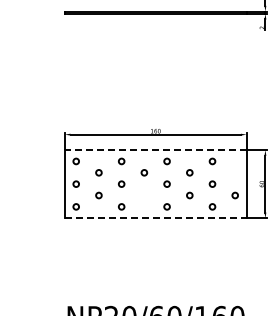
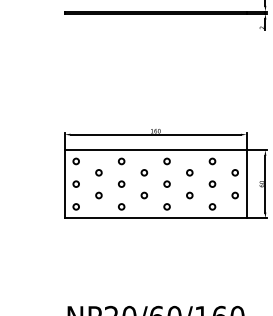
line at (155, 150): dashed -> solid
circle at (234, 172): none -> present
circle at (144, 195): none -> present
line at (155, 218): dashed -> solid
